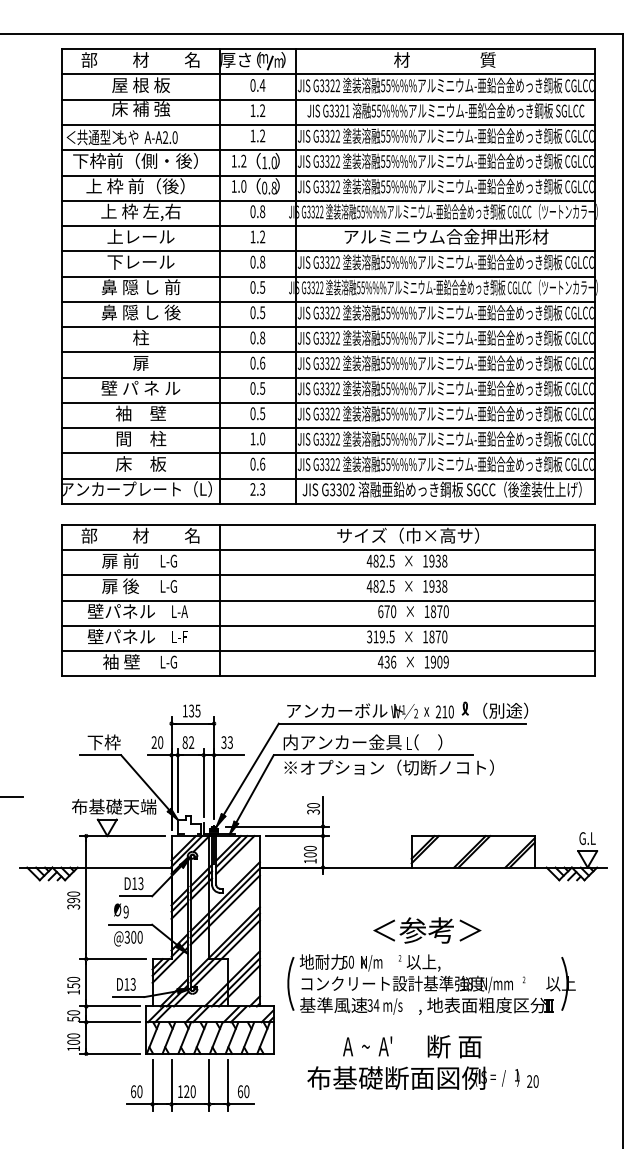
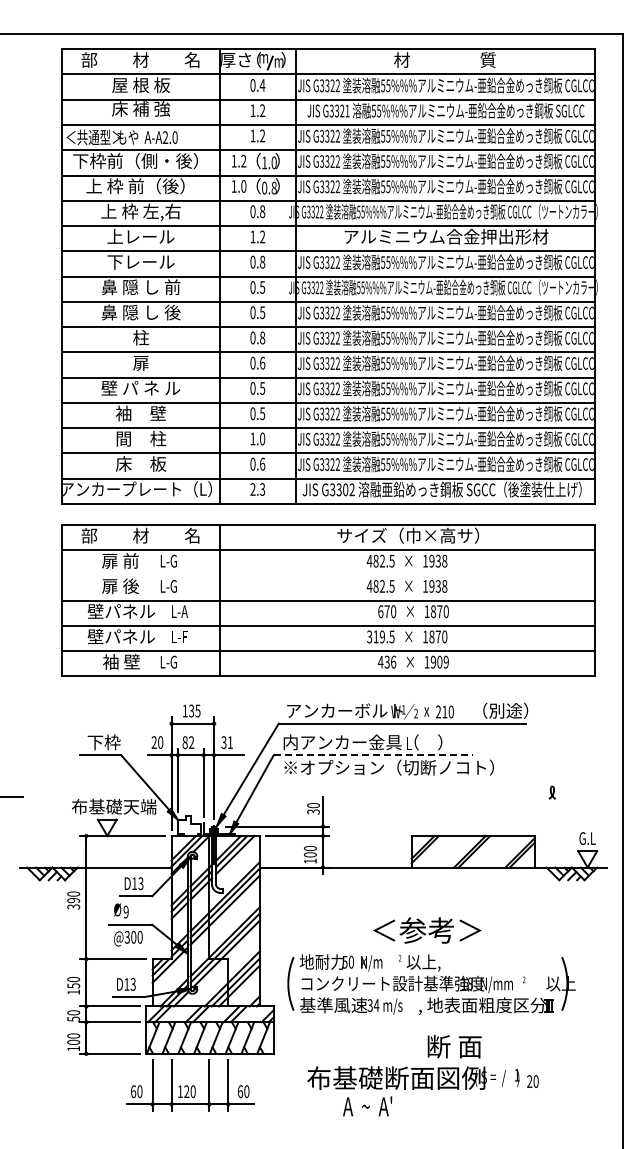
line at (328, 575): present -> none
part at (464, 708) position: (464, 708) -> (551, 792)
text at (229, 742): 33 -> 31
line at (373, 755): solid -> dashed
text at (367, 1046) position: (367, 1046) -> (367, 1106)
